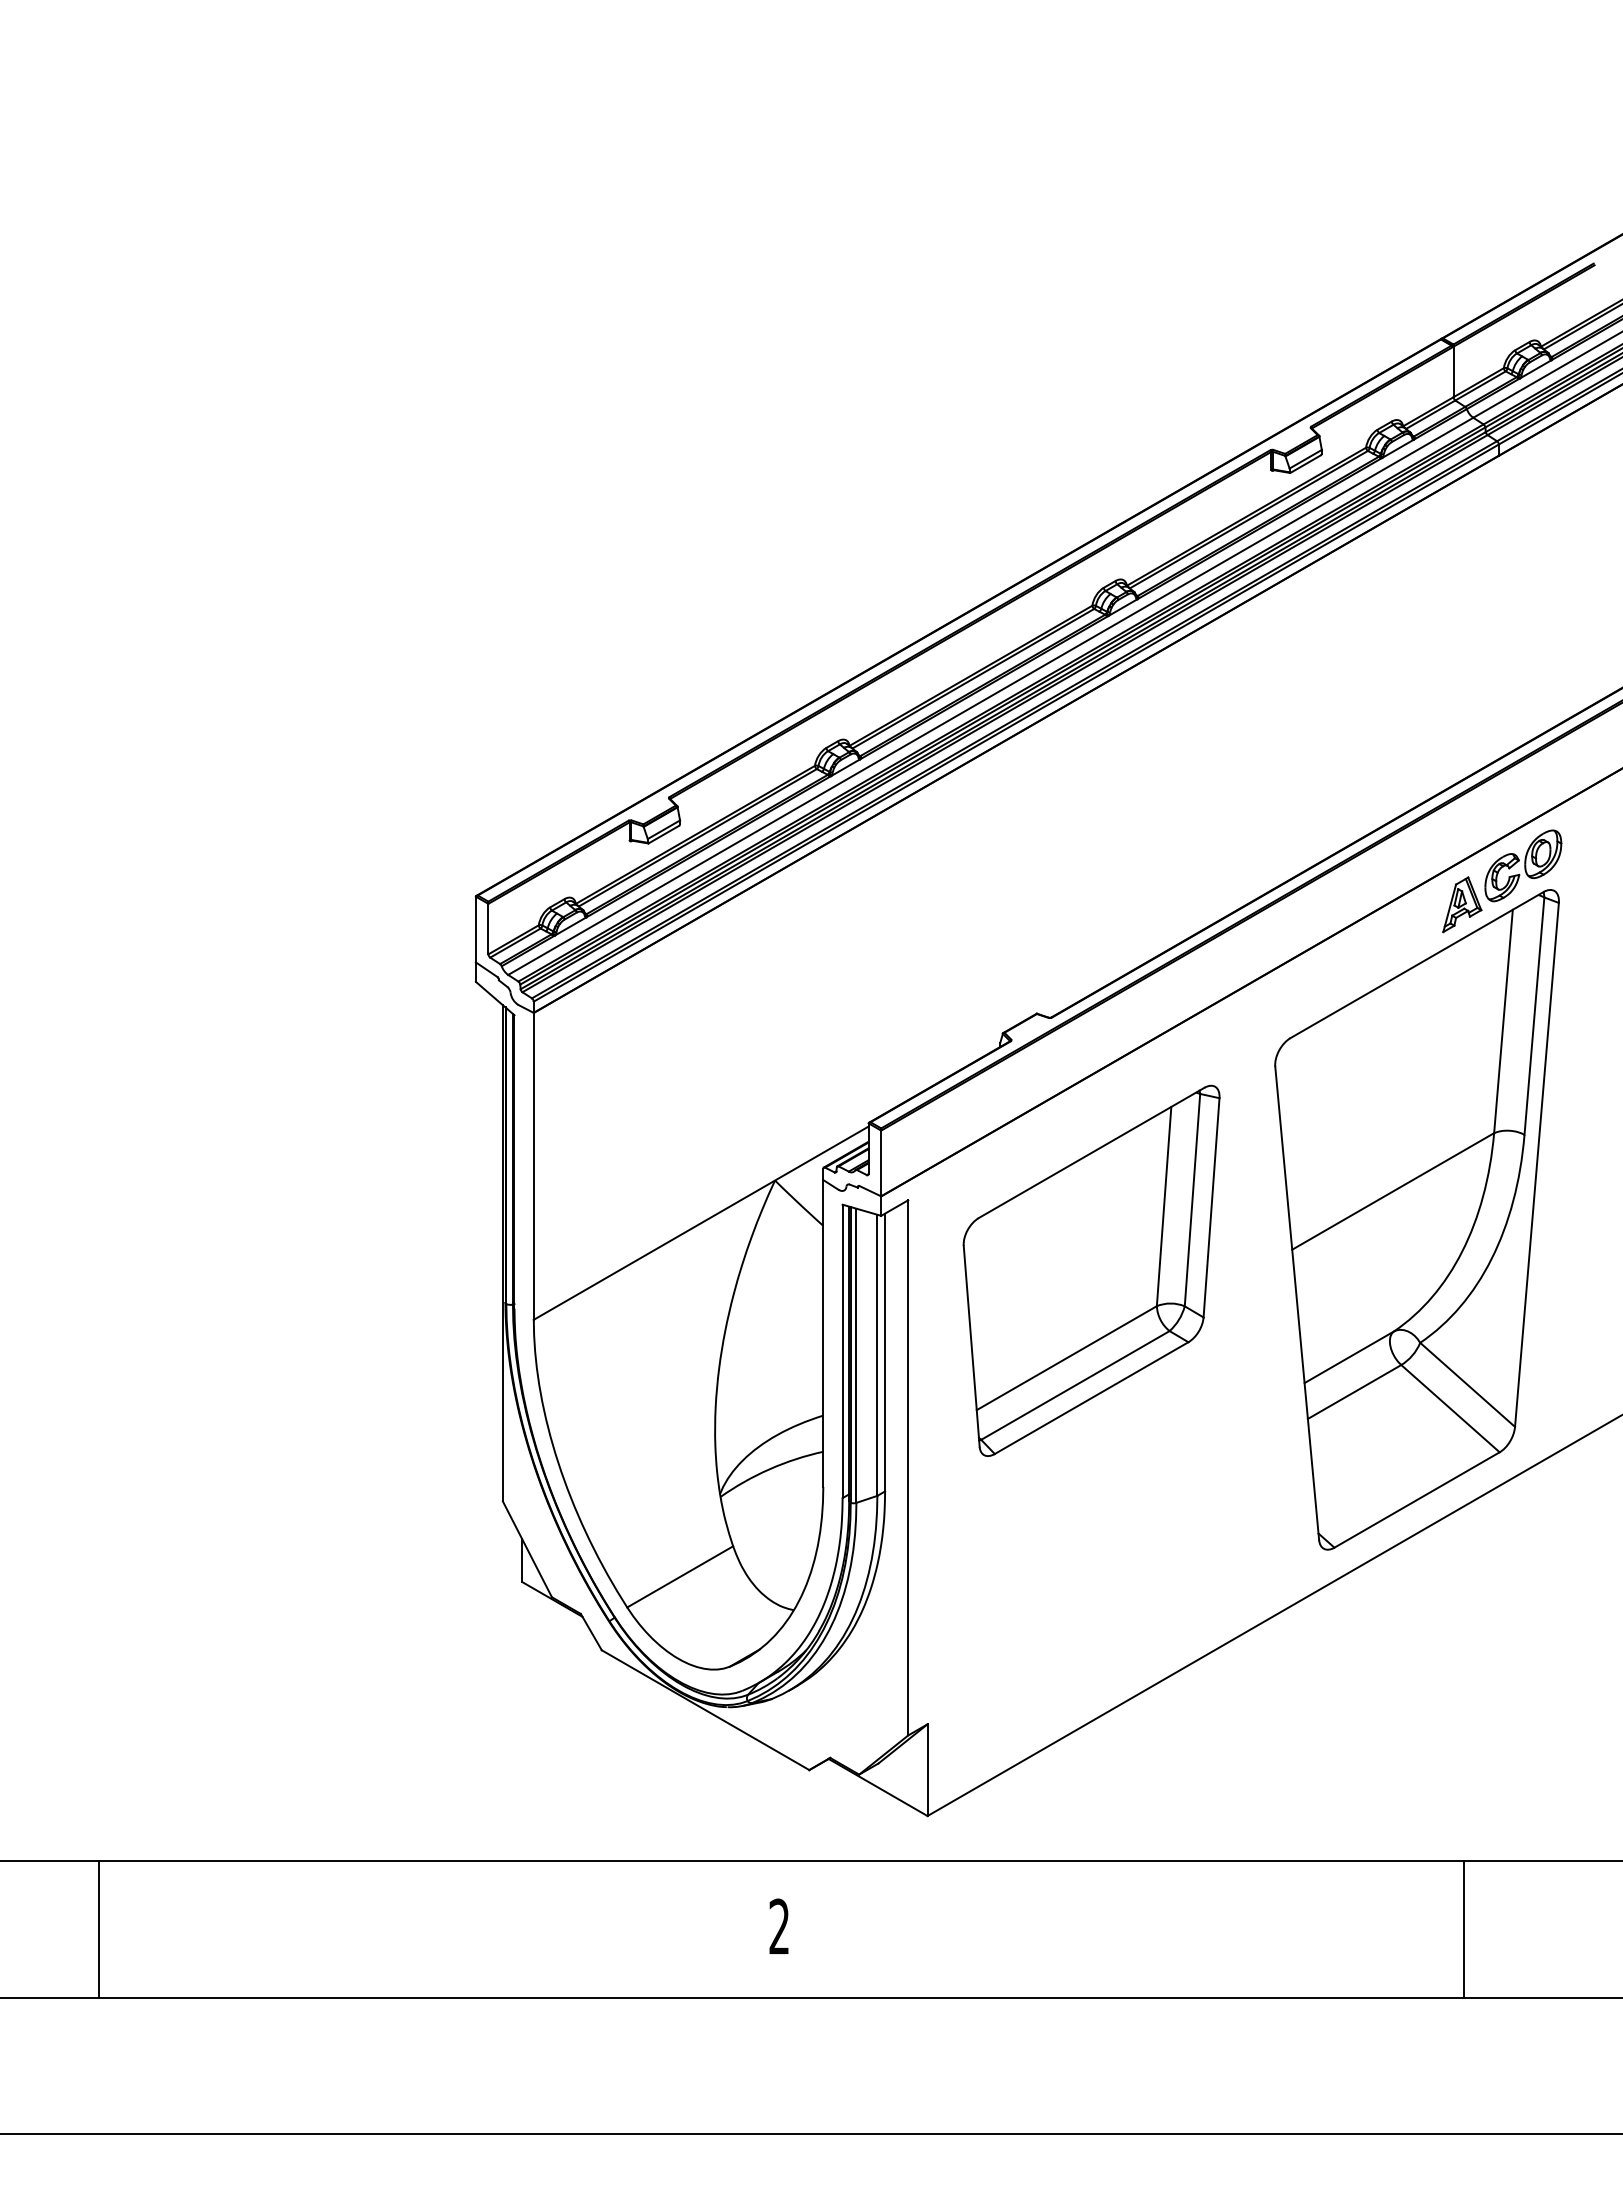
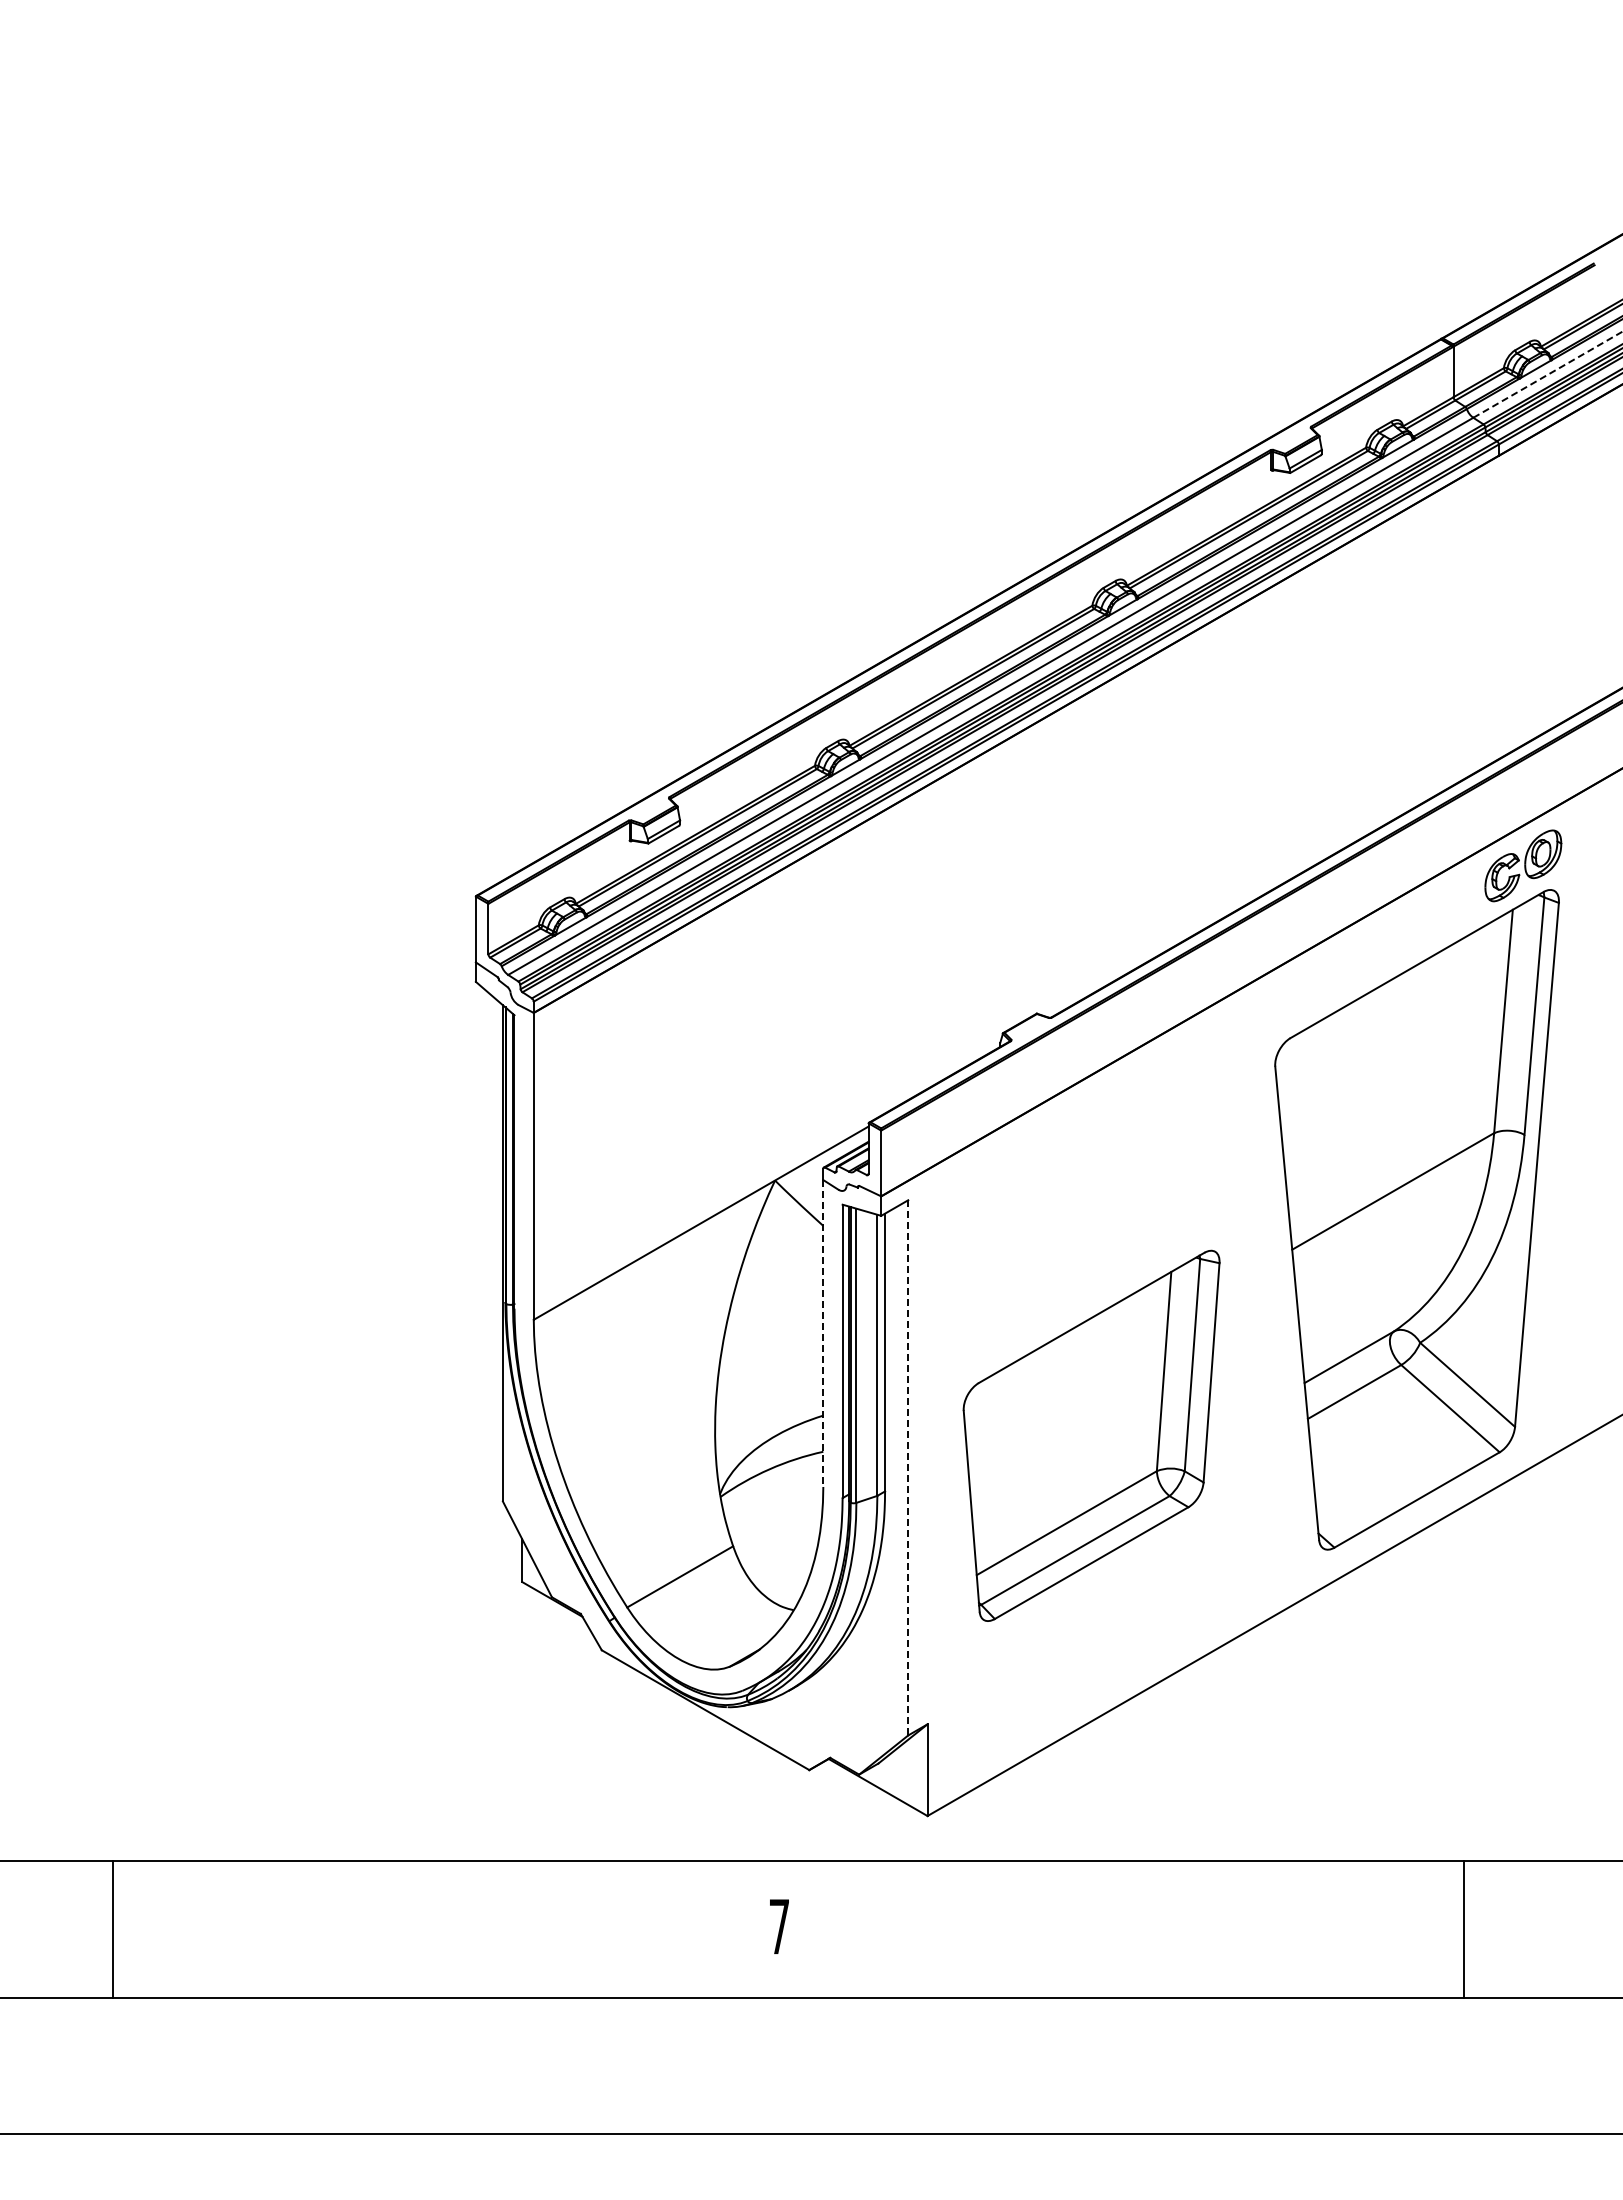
line at (1547, 374): solid -> dashed
part at (1462, 904): present -> none
part at (1091, 1270) position: (1091, 1270) -> (1091, 1435)
line at (823, 1334): solid -> dashed
line at (908, 1467): solid -> dashed
text at (778, 1926): 2 -> 7
line at (98, 1929) position: (98, 1929) -> (112, 1929)
